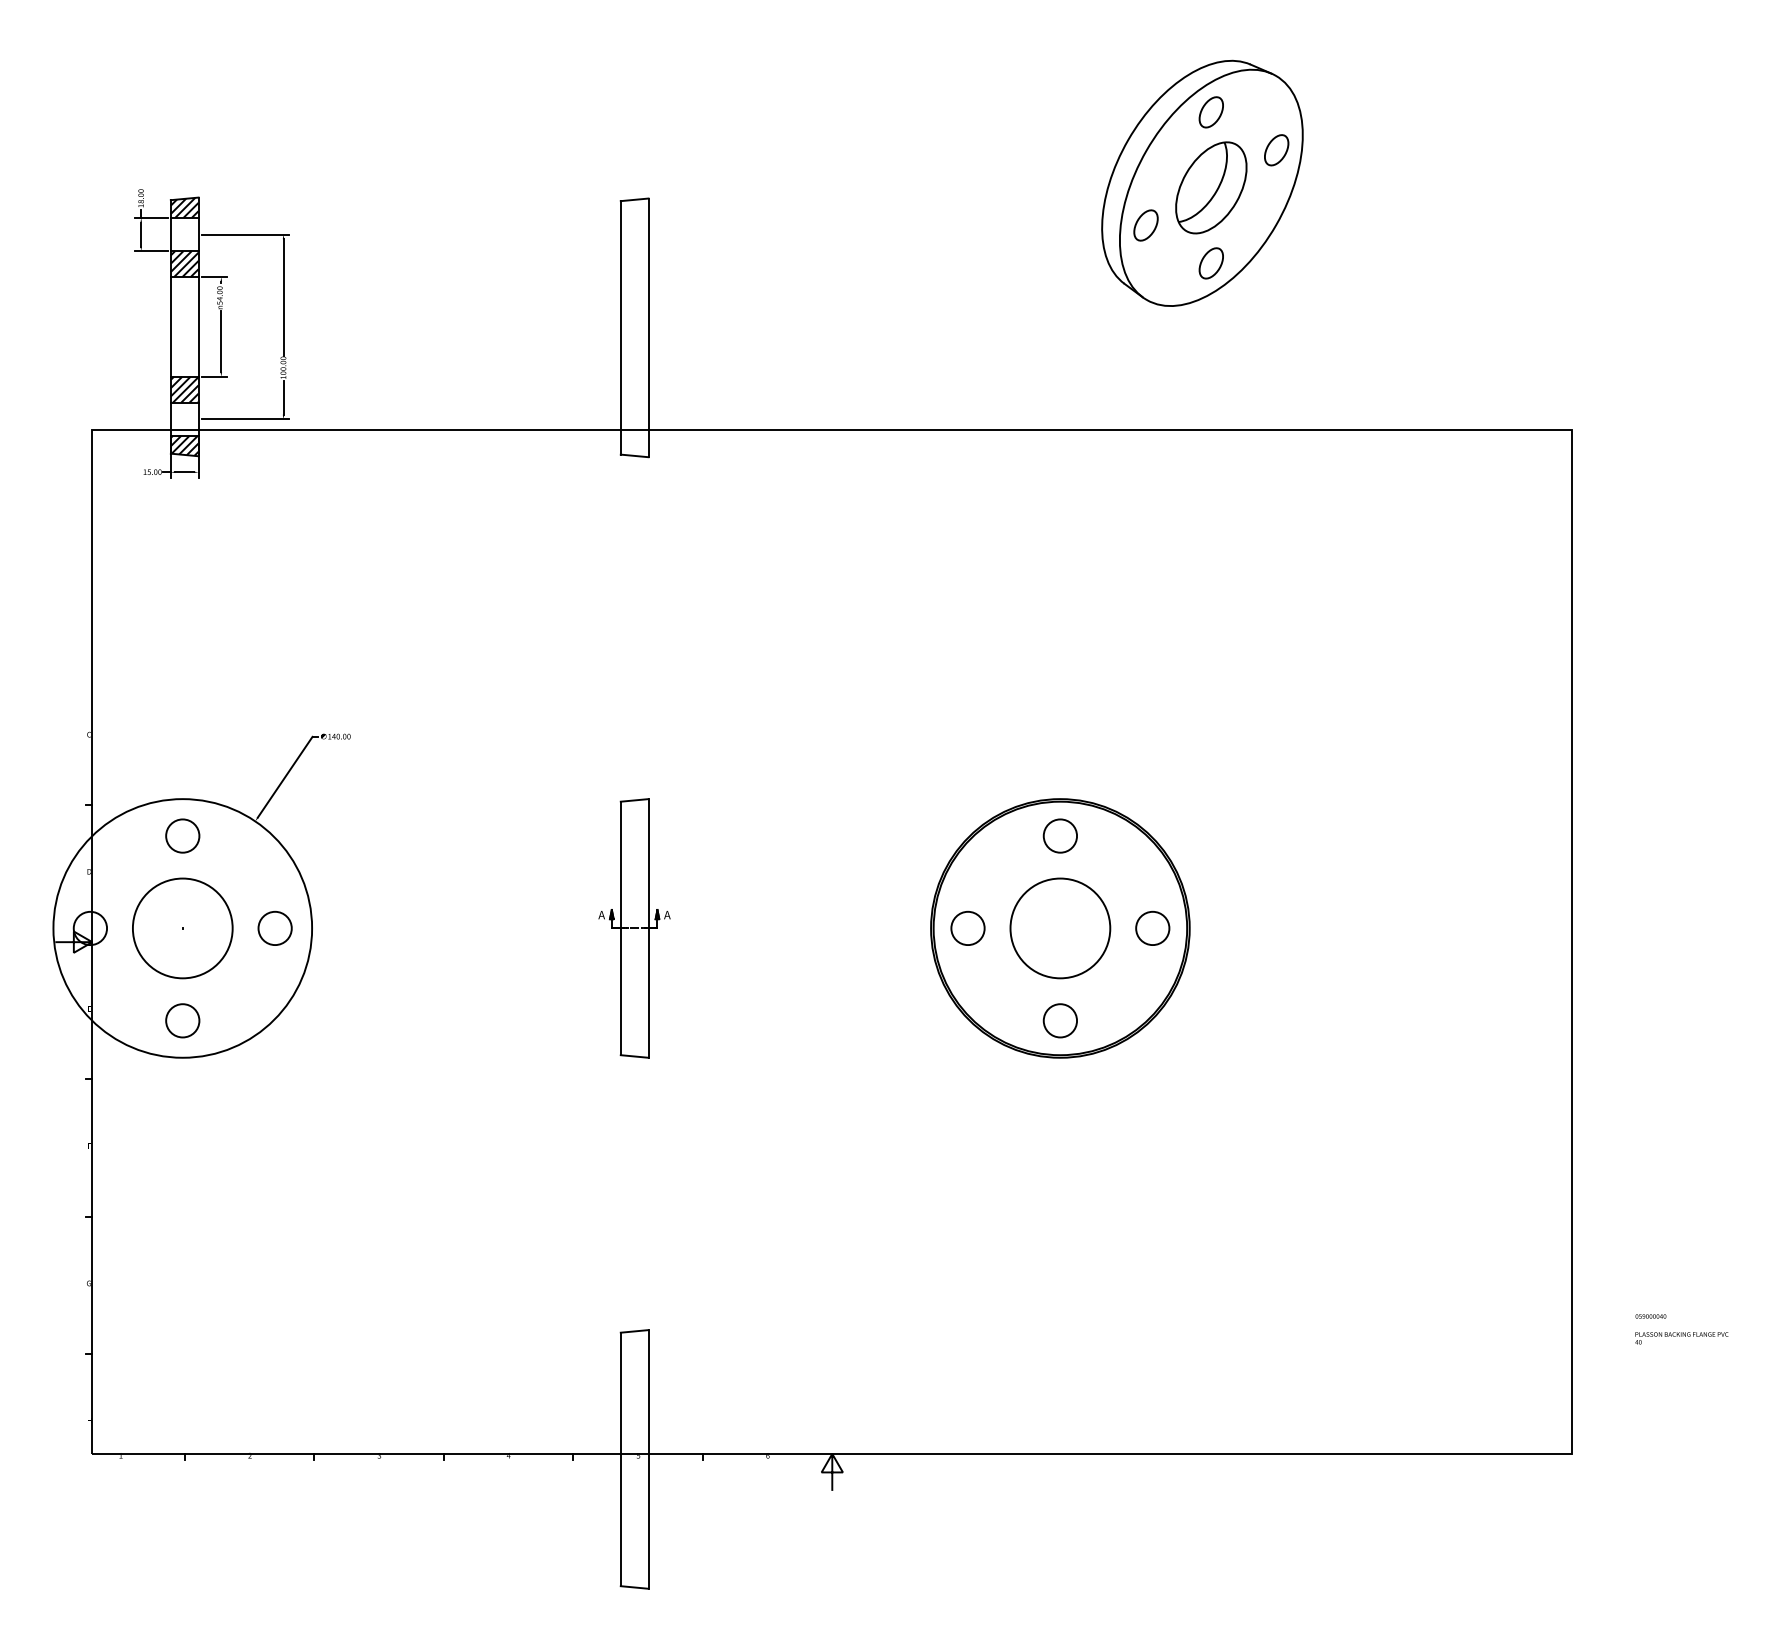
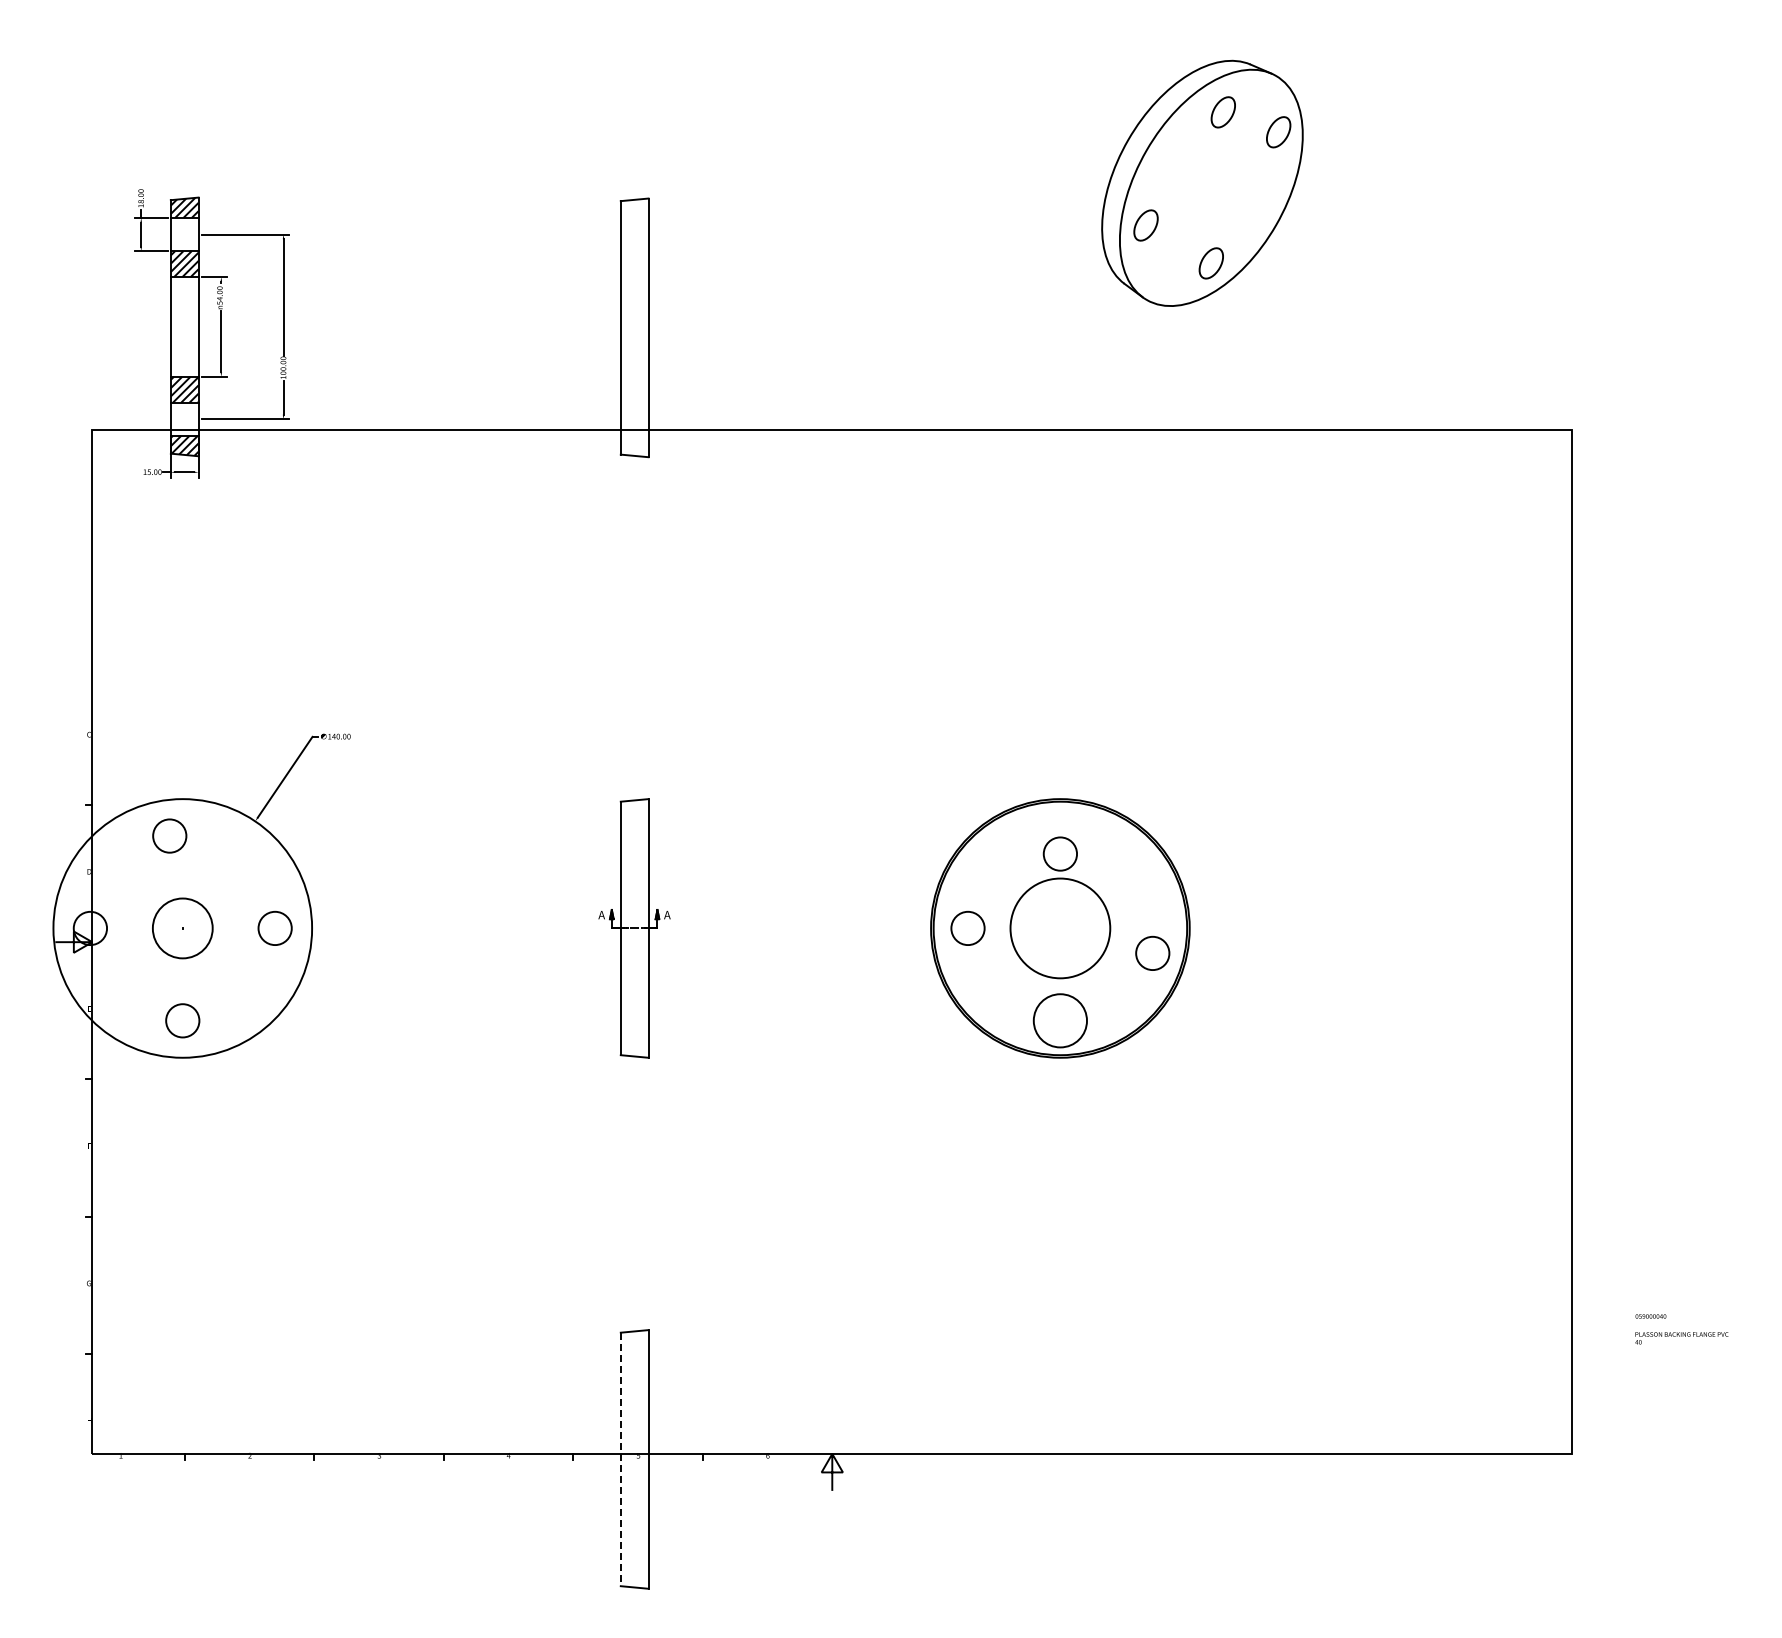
part at (1210, 112) position: (1210, 112) -> (1222, 112)
part at (1276, 150) position: (1276, 150) -> (1278, 132)
part at (1211, 187): present -> none
circle at (182, 835) position: (182, 835) -> (169, 835)
circle at (1059, 835) position: (1059, 835) -> (1059, 853)
circle at (1152, 927) position: (1152, 927) -> (1152, 952)
circle at (182, 928) diameter: 100 px -> 60 px
circle at (1060, 1020) diameter: 33 px -> 53 px
line at (620, 1459): solid -> dashed
